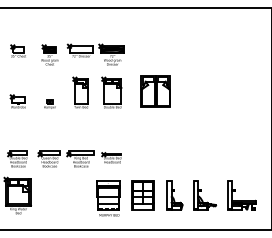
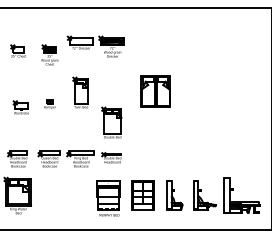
part at (95, 54) position: (95, 54) -> (95, 46)
part at (111, 92) position: (111, 92) -> (111, 122)
part at (17, 101) position: (17, 101) -> (20, 107)
part at (241, 195) size: 30x31 px -> 38x37 px
